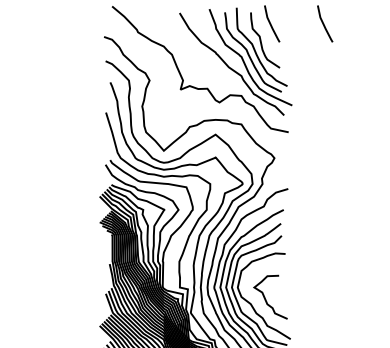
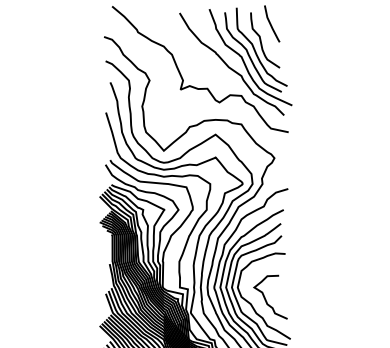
curve at (324, 23): present -> none
